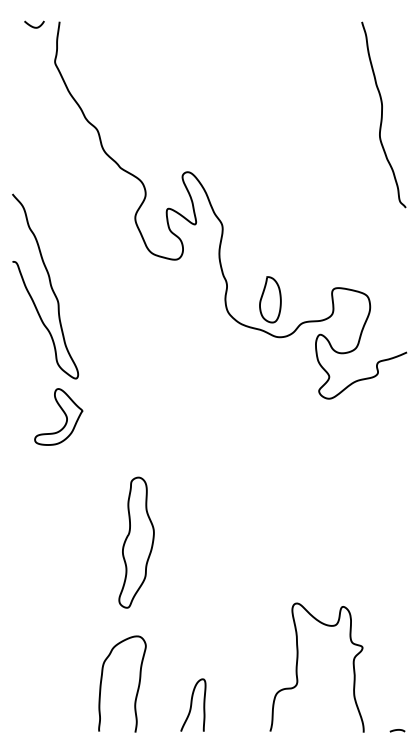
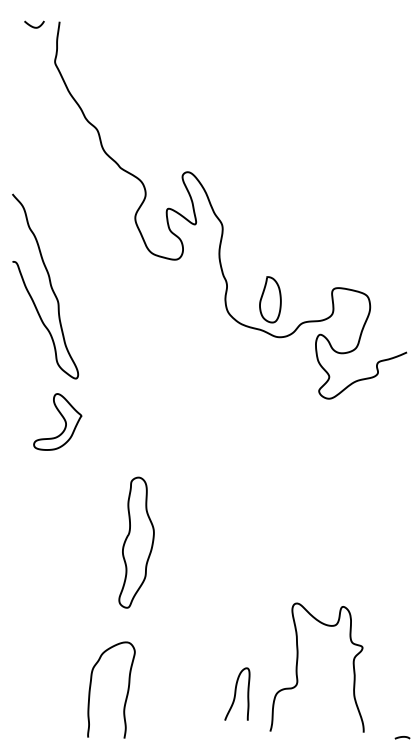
curve at (382, 114): present -> none
part at (64, 414) position: (64, 414) -> (63, 419)
curve at (137, 687) position: (137, 687) -> (126, 693)
curve at (192, 704) position: (192, 704) -> (236, 693)
curve at (397, 730) position: (397, 730) -> (402, 737)
